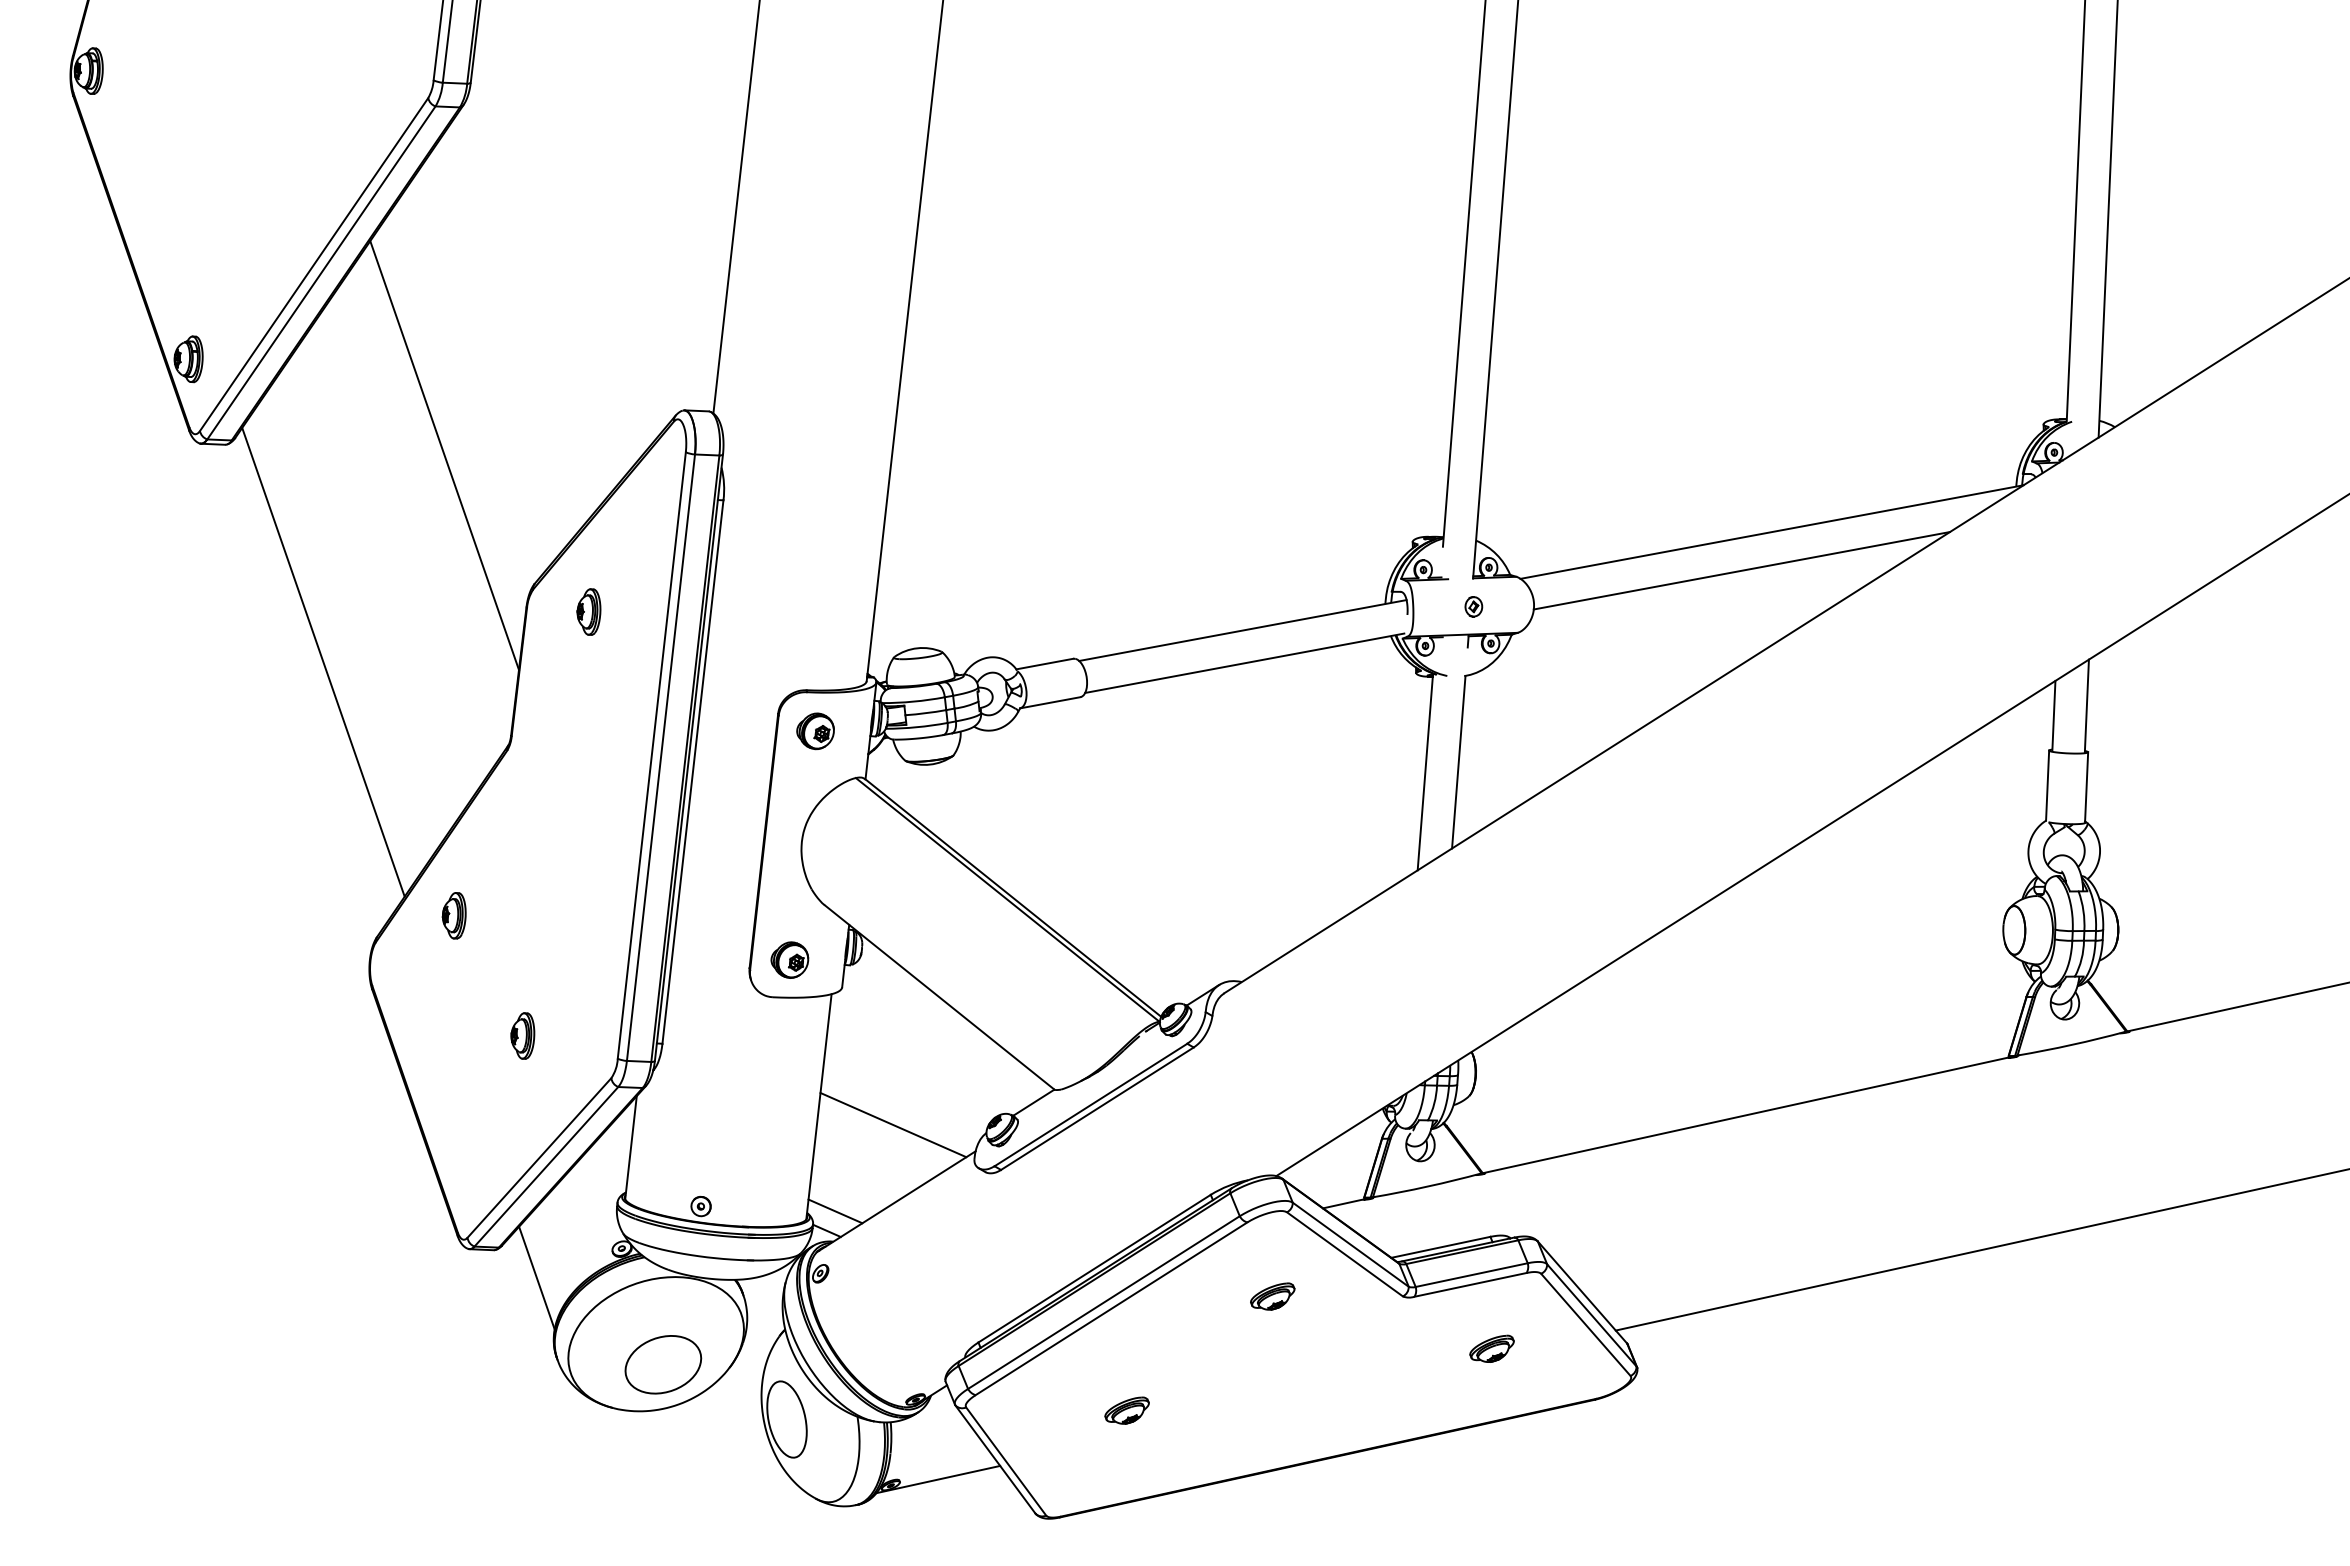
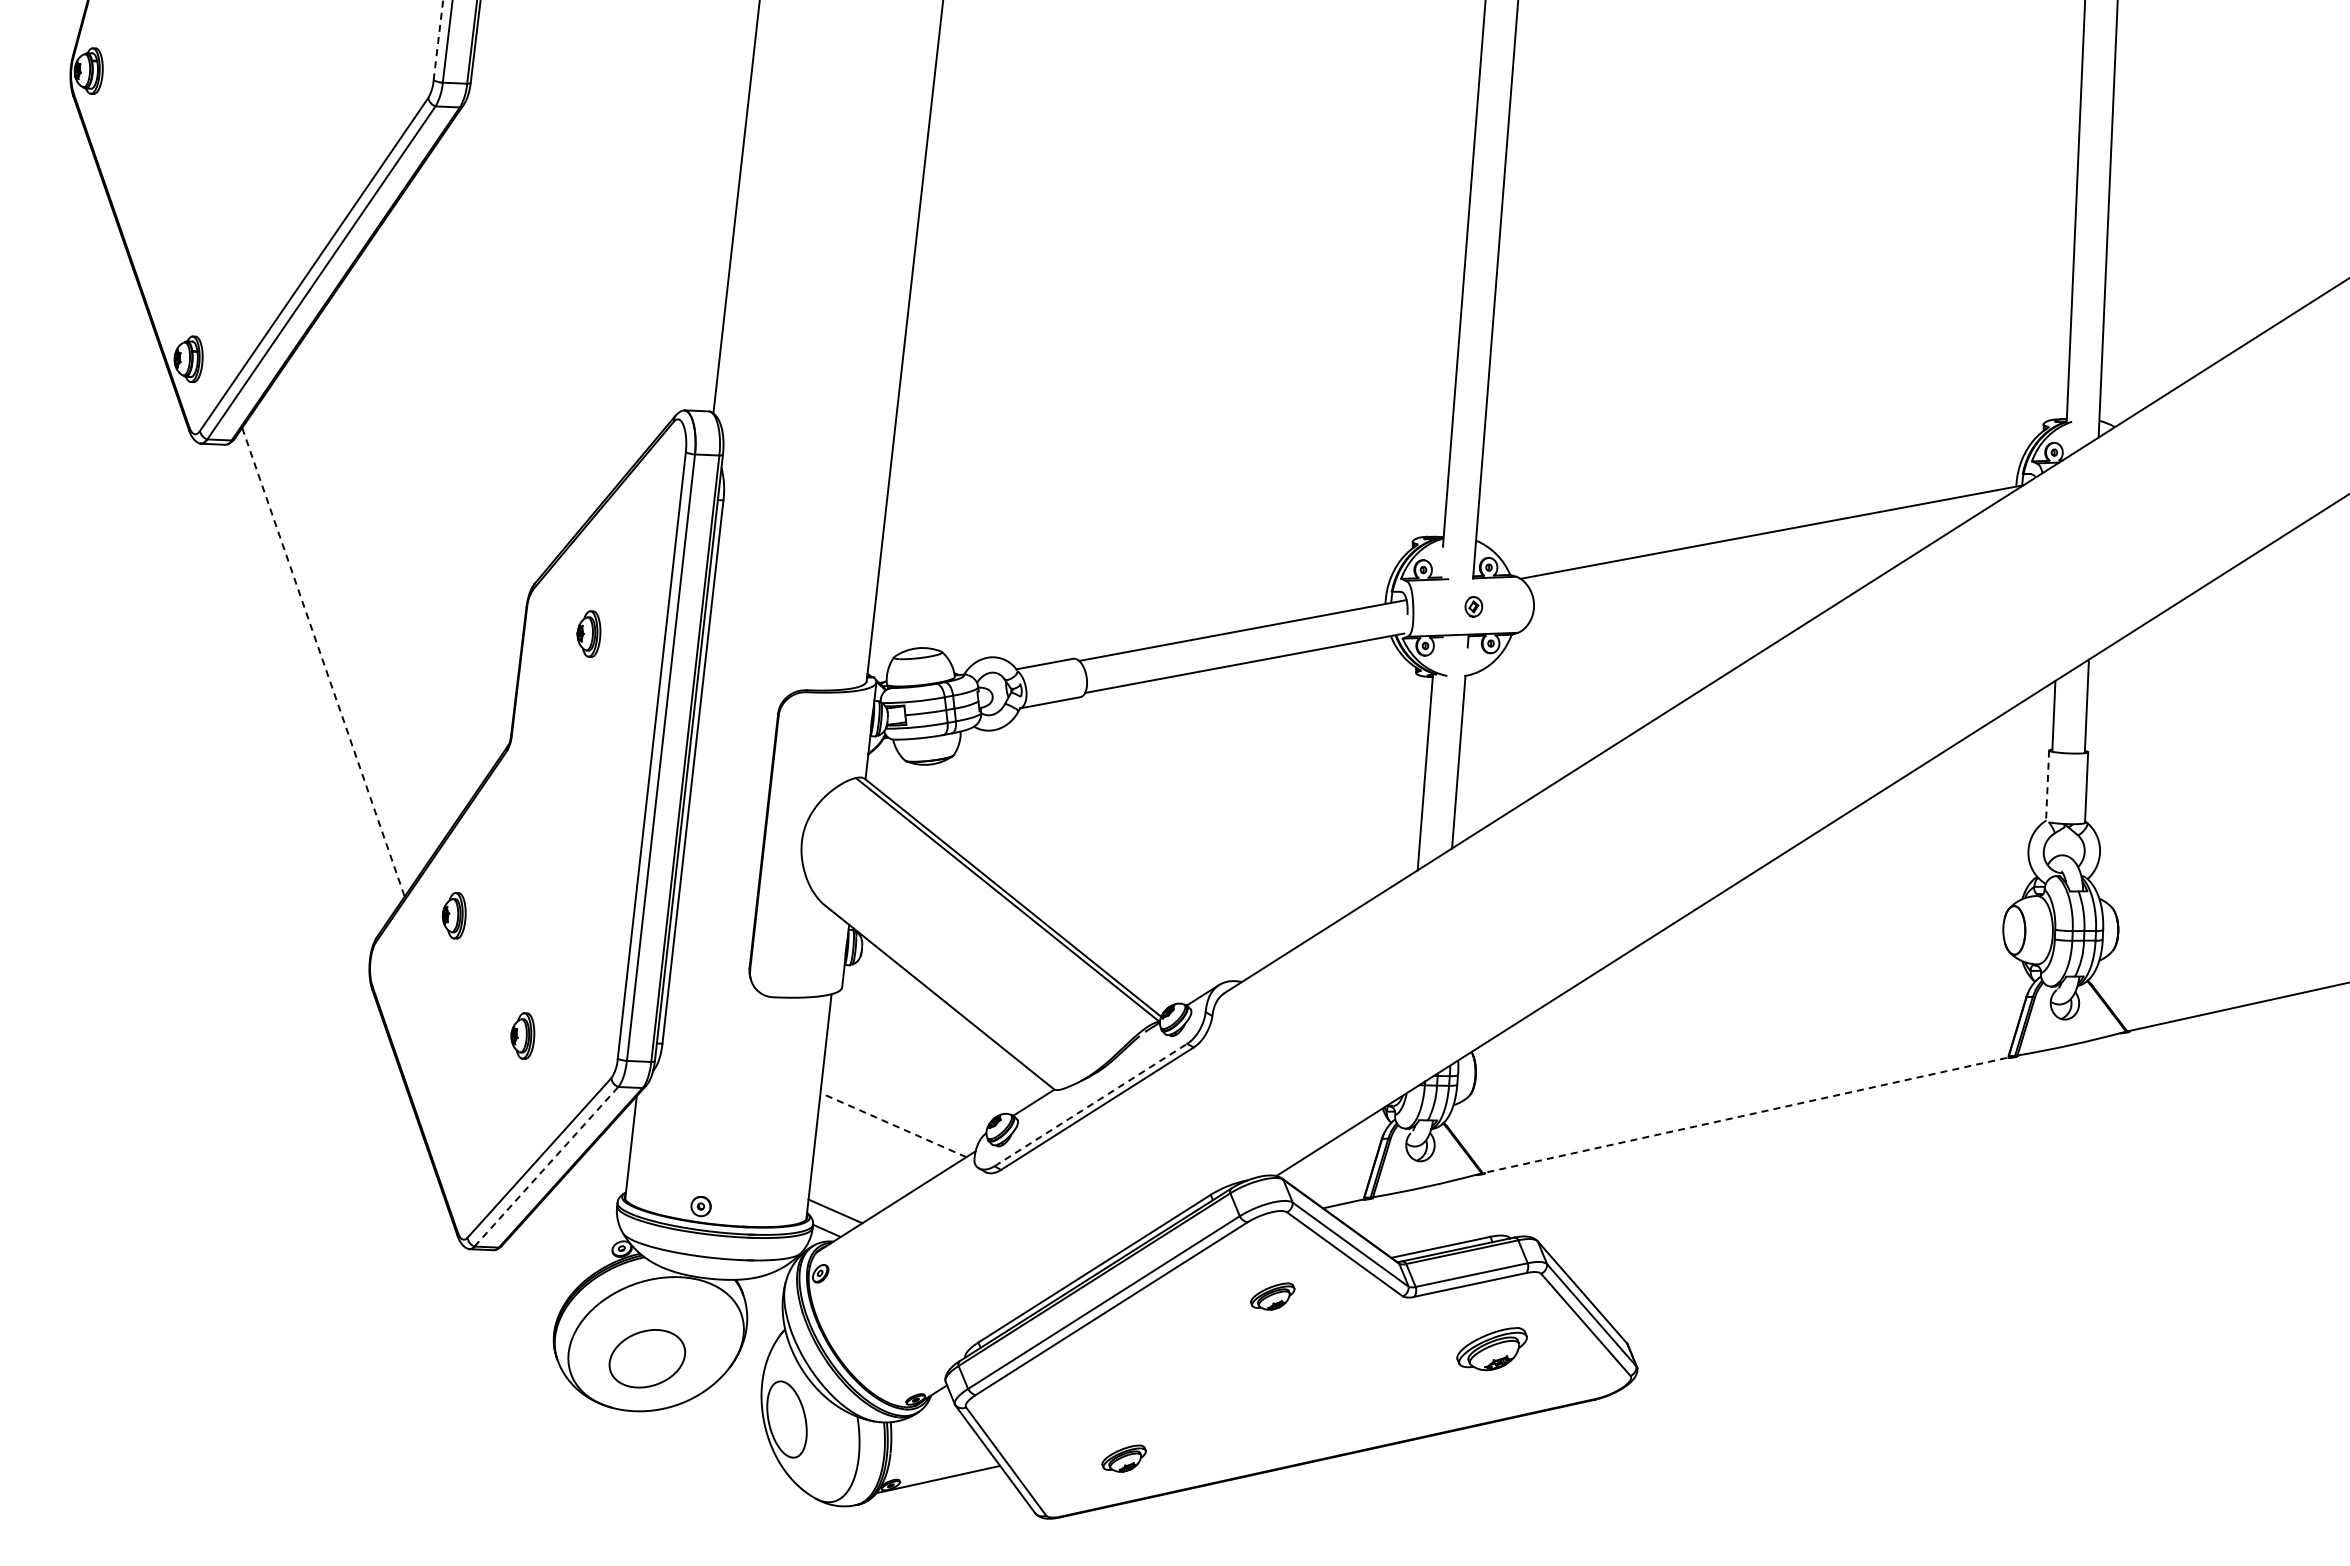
line at (438, 40): solid -> dashed
line at (444, 455): present -> none
line at (1741, 570): present -> none
part at (588, 611) position: (588, 611) -> (588, 633)
line at (323, 662): solid -> dashed
part at (815, 731): present -> none
line at (2047, 786): solid -> dashed
part at (789, 959): present -> none
line at (1091, 1104): solid -> dashed
line at (1749, 1114): solid -> dashed
line at (893, 1125): solid -> dashed
line at (546, 1166): solid -> dashed
line at (1980, 1249): present -> none
line at (536, 1277): present -> none
part at (1491, 1348) size: 46x29 px -> 72x45 px
part at (663, 1364) position: (663, 1364) -> (647, 1358)
part at (1126, 1410) position: (1126, 1410) -> (1123, 1458)
